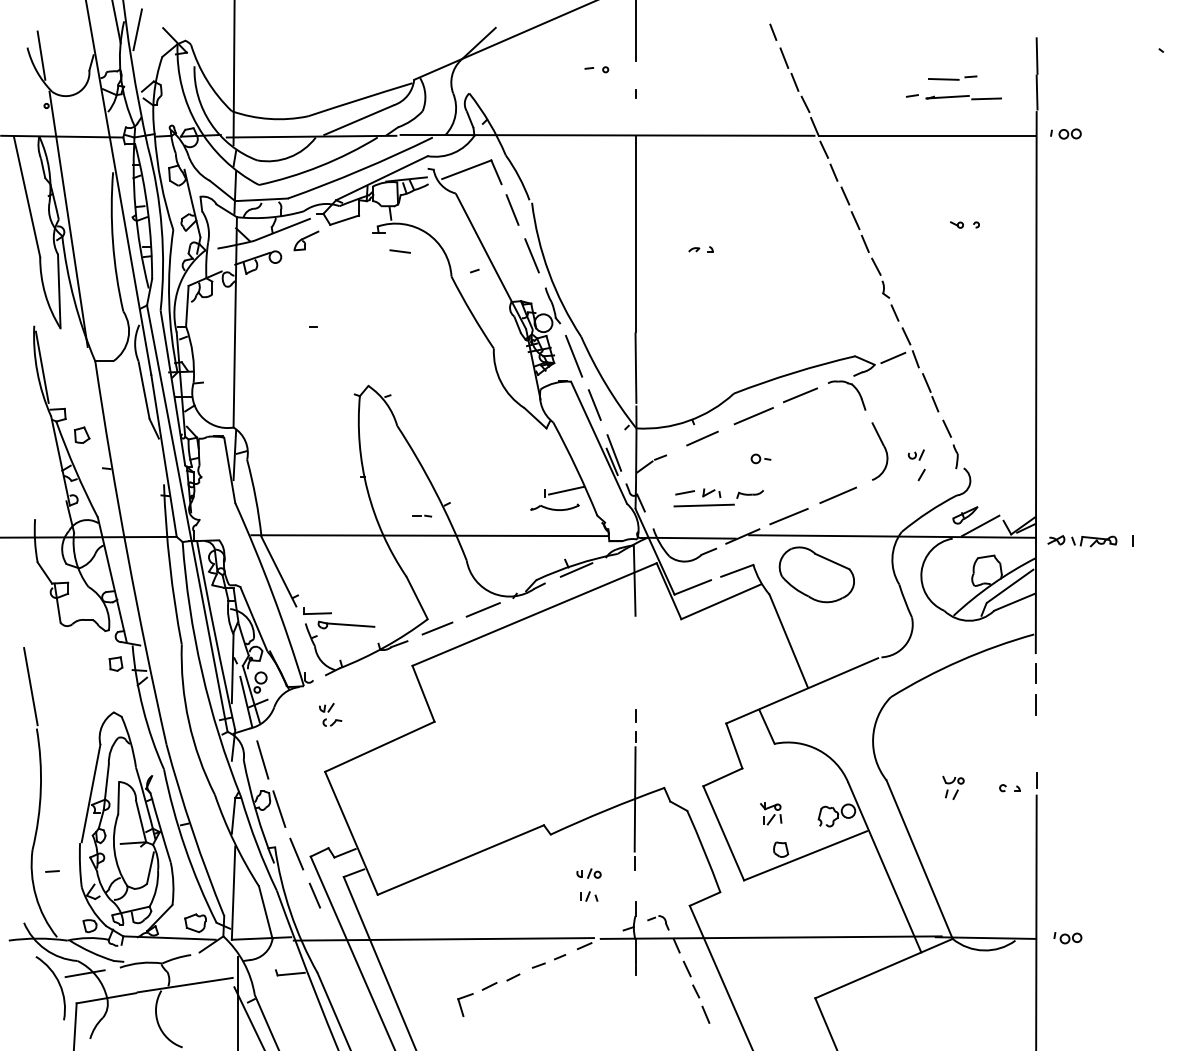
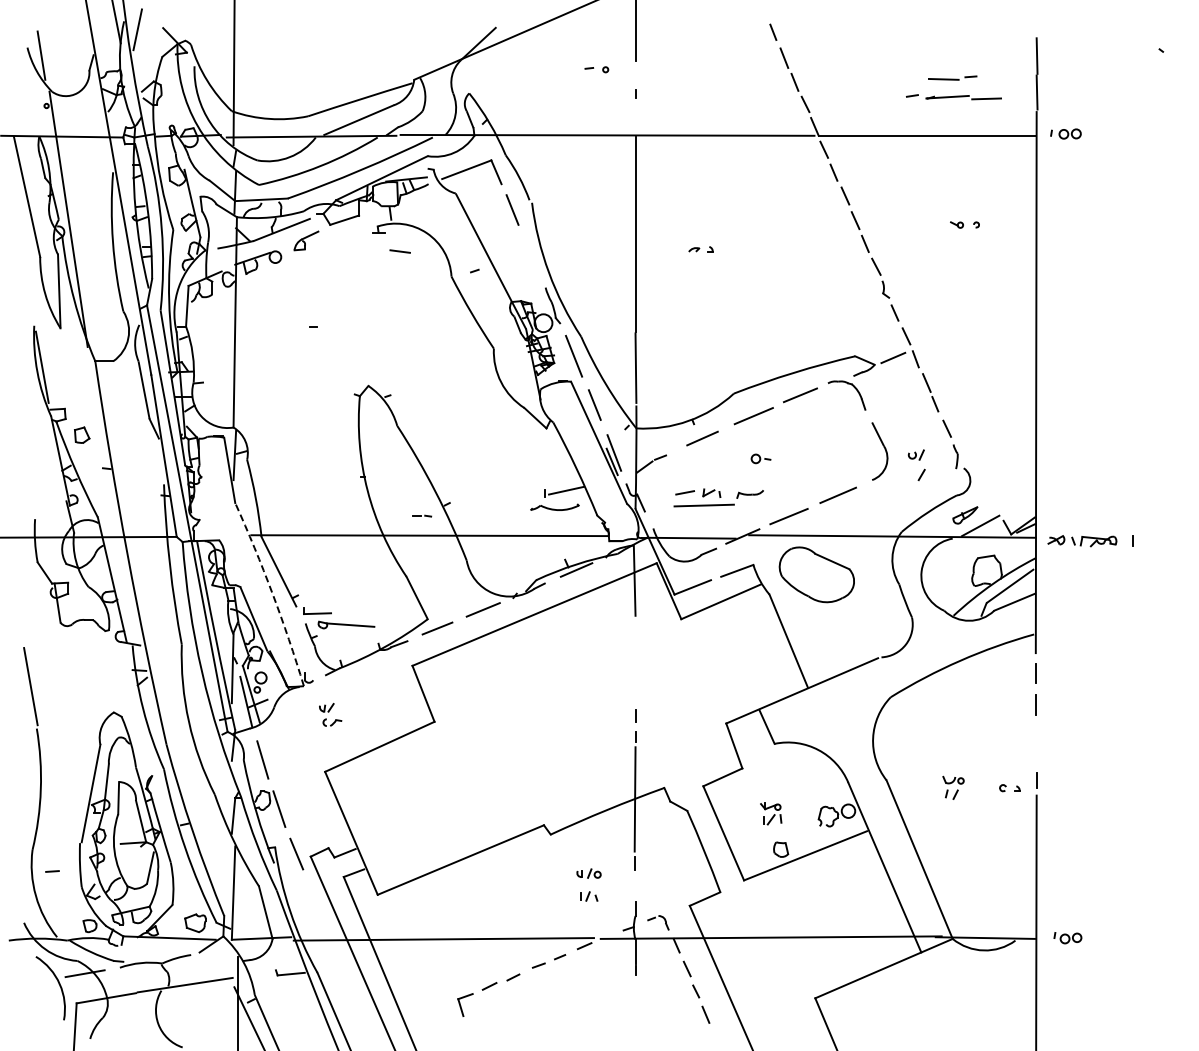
line at (531, 255): present -> none
arc at (272, 593): solid -> dashed
part at (115, 663): present -> none
line at (314, 895): present -> none
